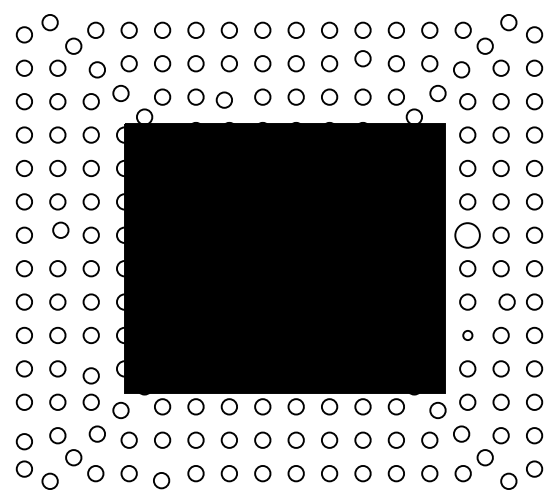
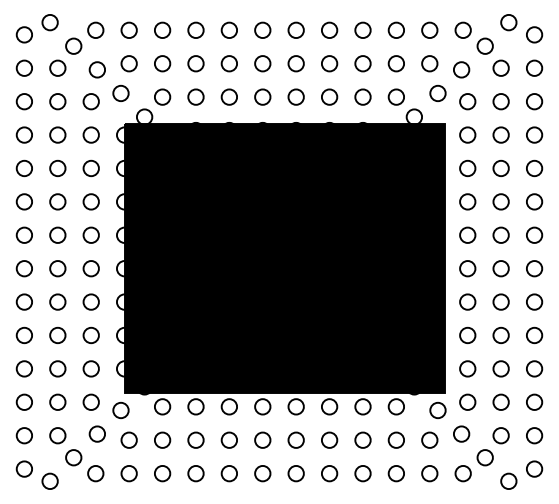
circle at (362, 58) position: (362, 58) -> (362, 63)
circle at (223, 99) position: (223, 99) -> (228, 96)
circle at (60, 229) position: (60, 229) -> (57, 234)
circle at (467, 235) size: 27x27 px -> 18x18 px
circle at (506, 301) position: (506, 301) -> (500, 301)
circle at (467, 335) size: 12x11 px -> 18x19 px
circle at (90, 375) position: (90, 375) -> (90, 368)
circle at (23, 441) position: (23, 441) -> (23, 435)
circle at (161, 480) position: (161, 480) -> (162, 473)
